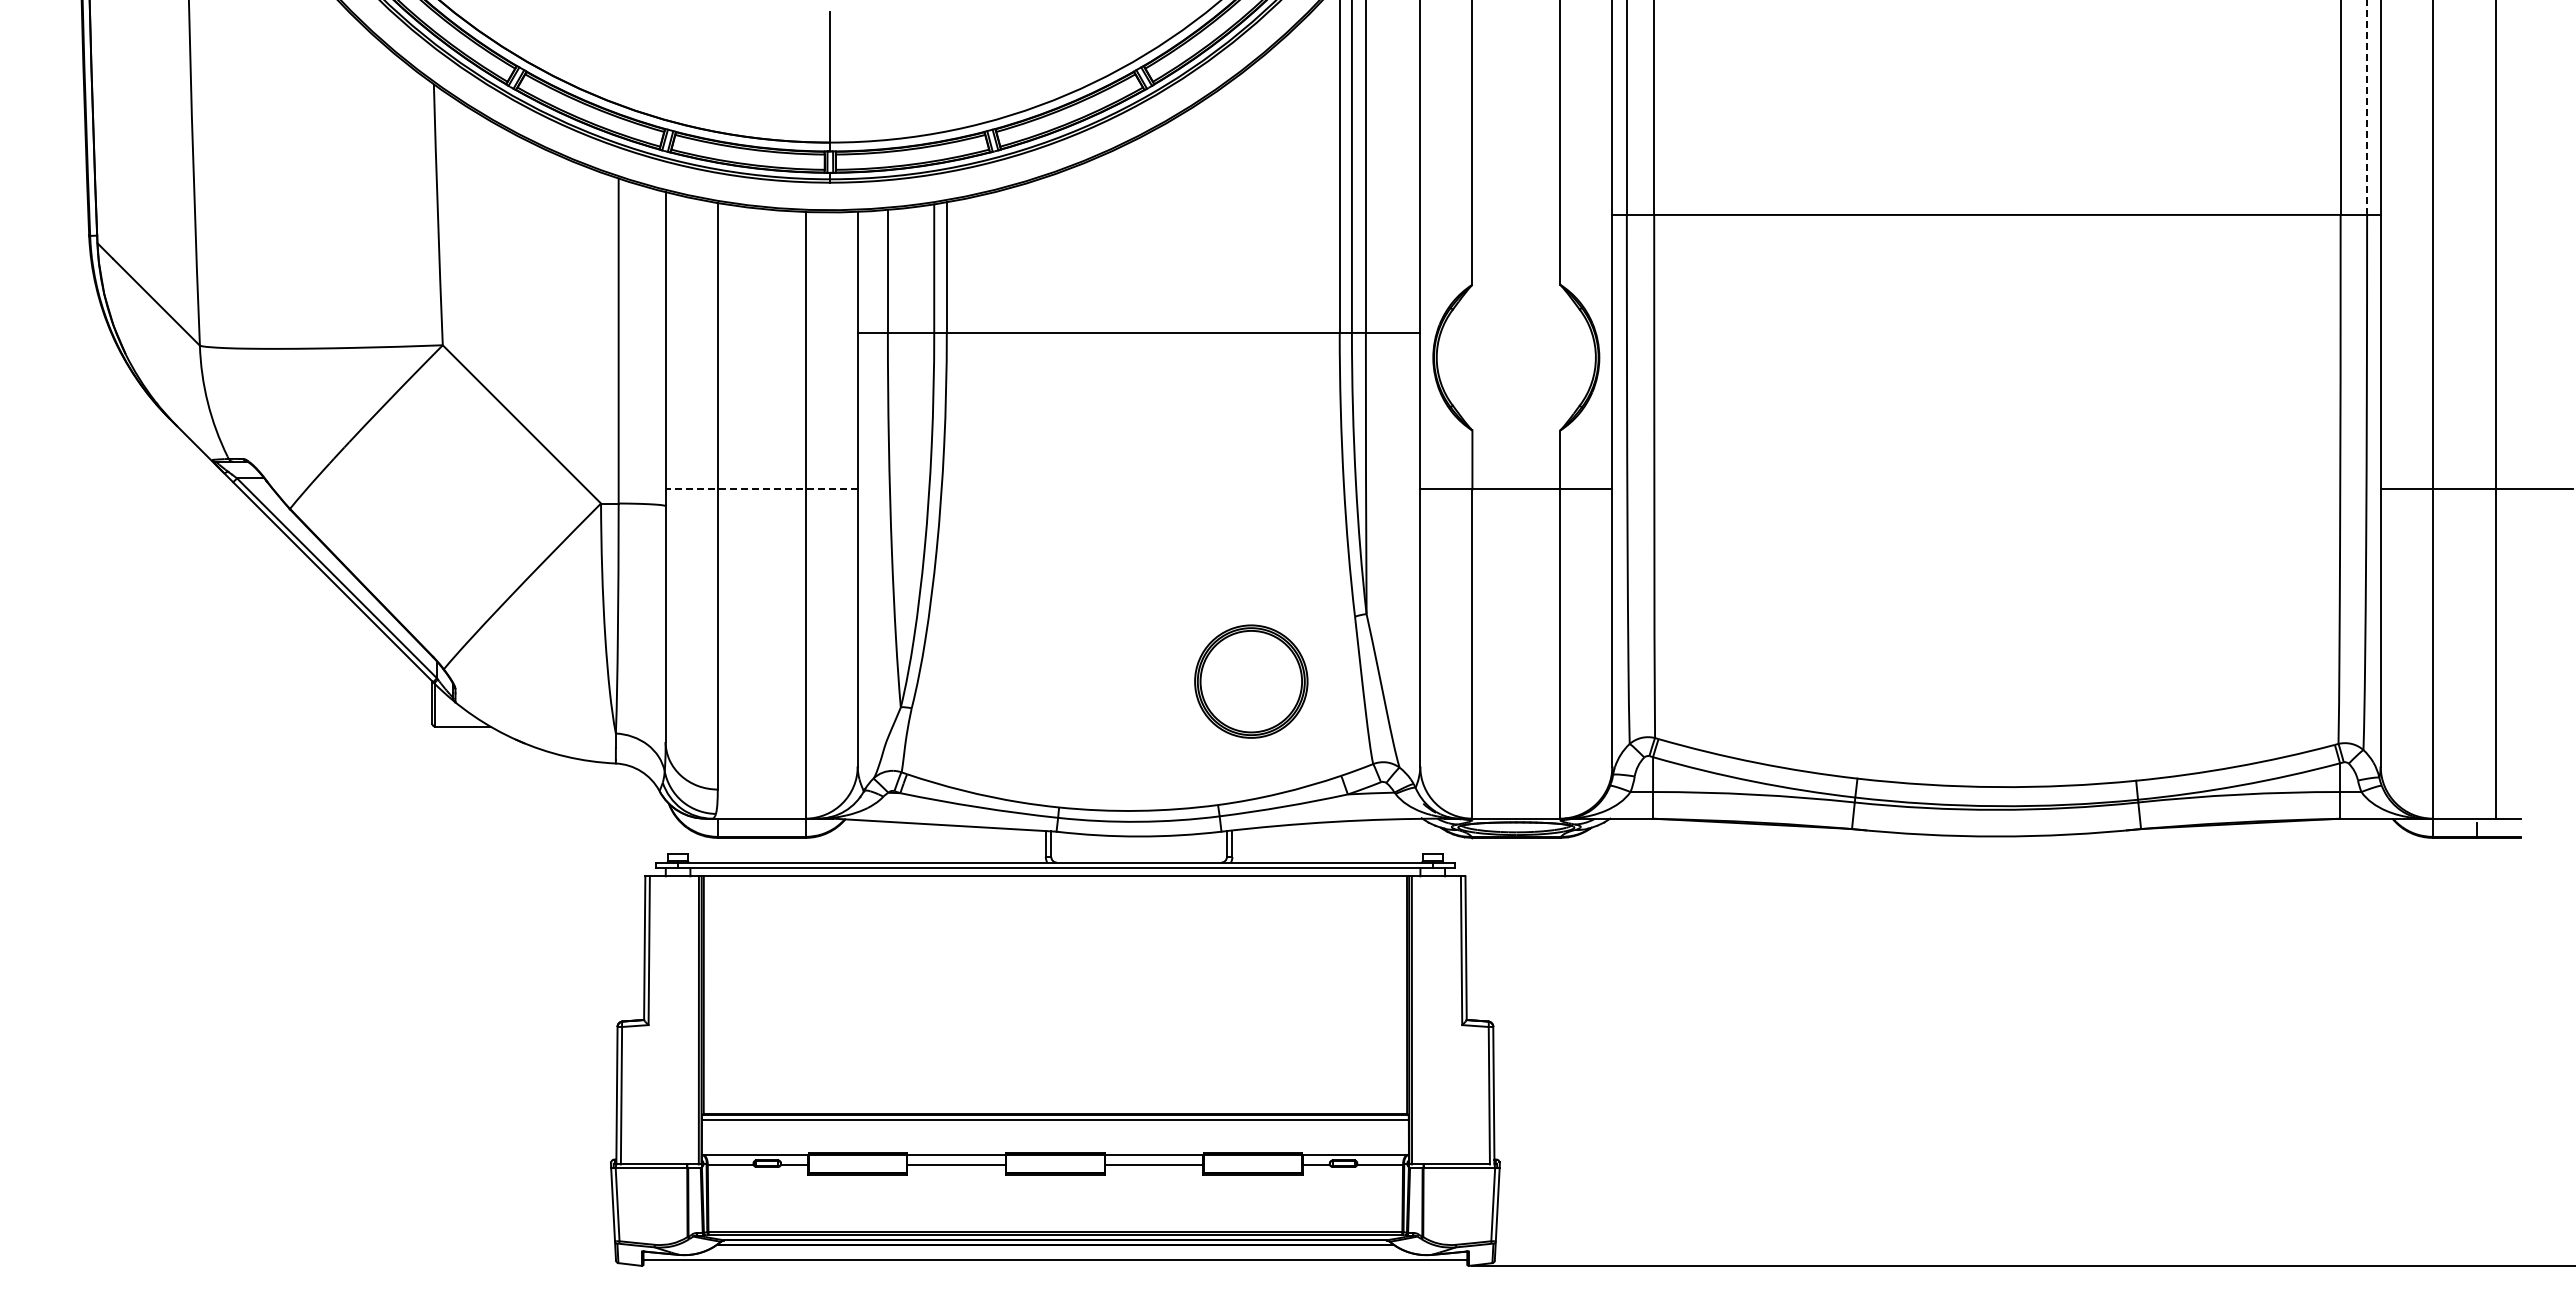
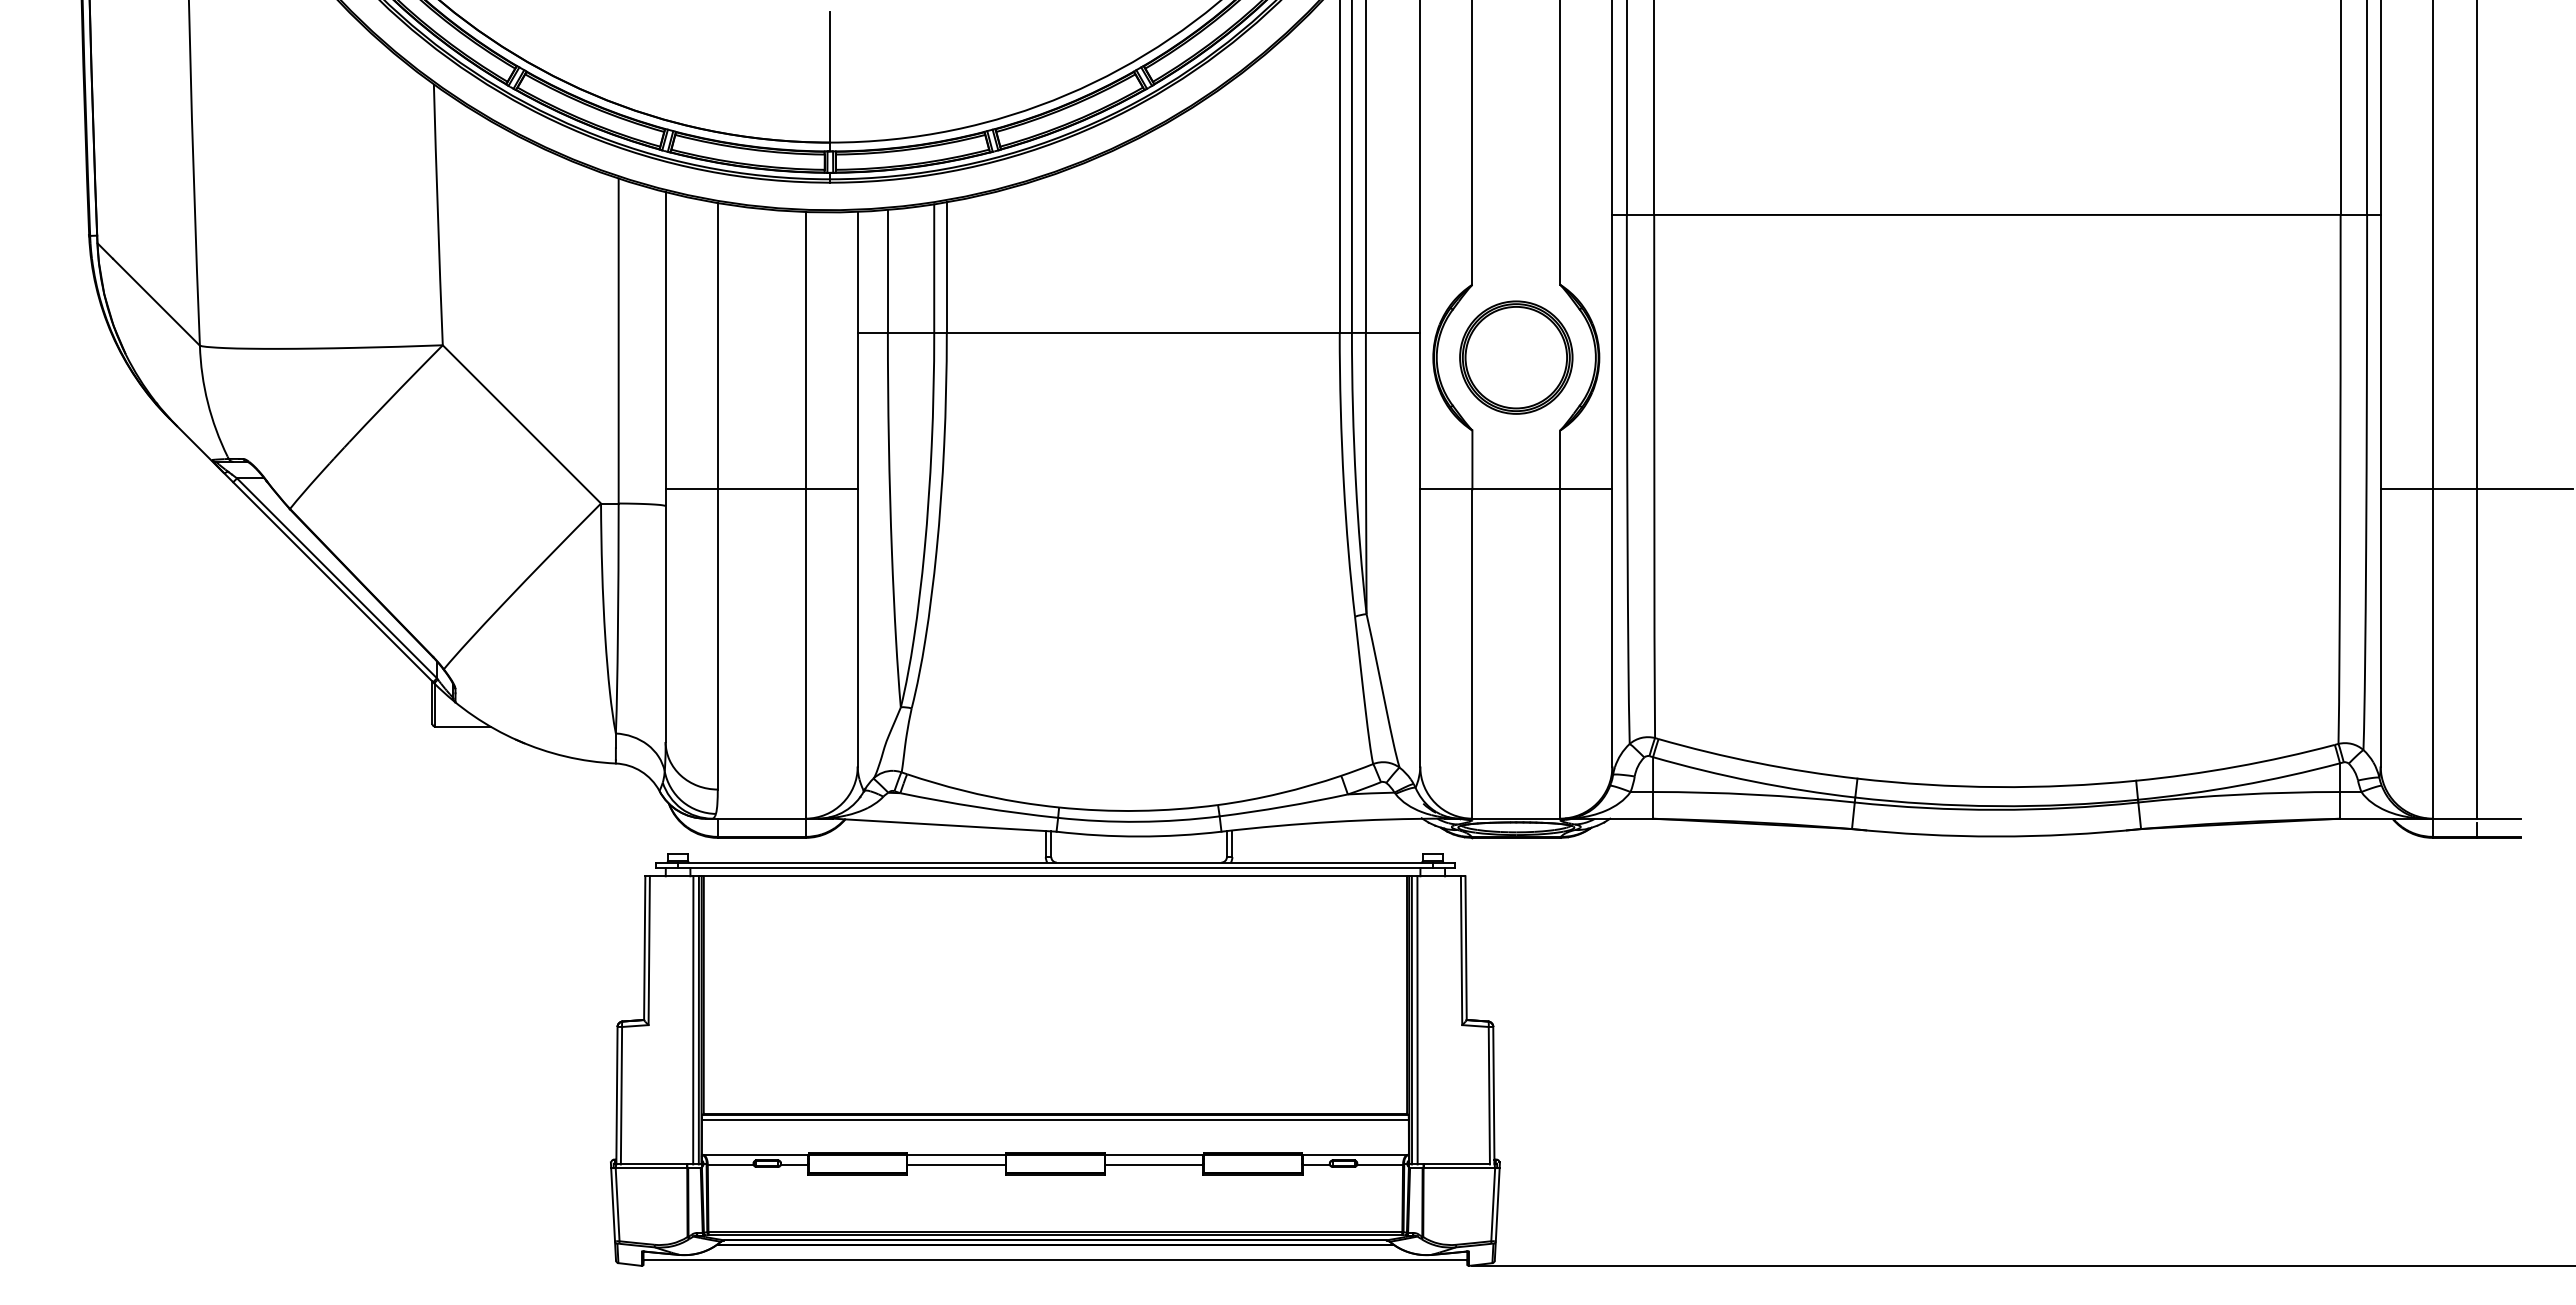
line at (2367, 107): dashed -> solid
line at (2495, 410) position: (2495, 410) -> (2476, 410)
line at (761, 489): dashed -> solid
part at (1251, 681) position: (1251, 681) -> (1516, 357)
line at (693, 1020): none -> present
line at (1417, 1020): none -> present
